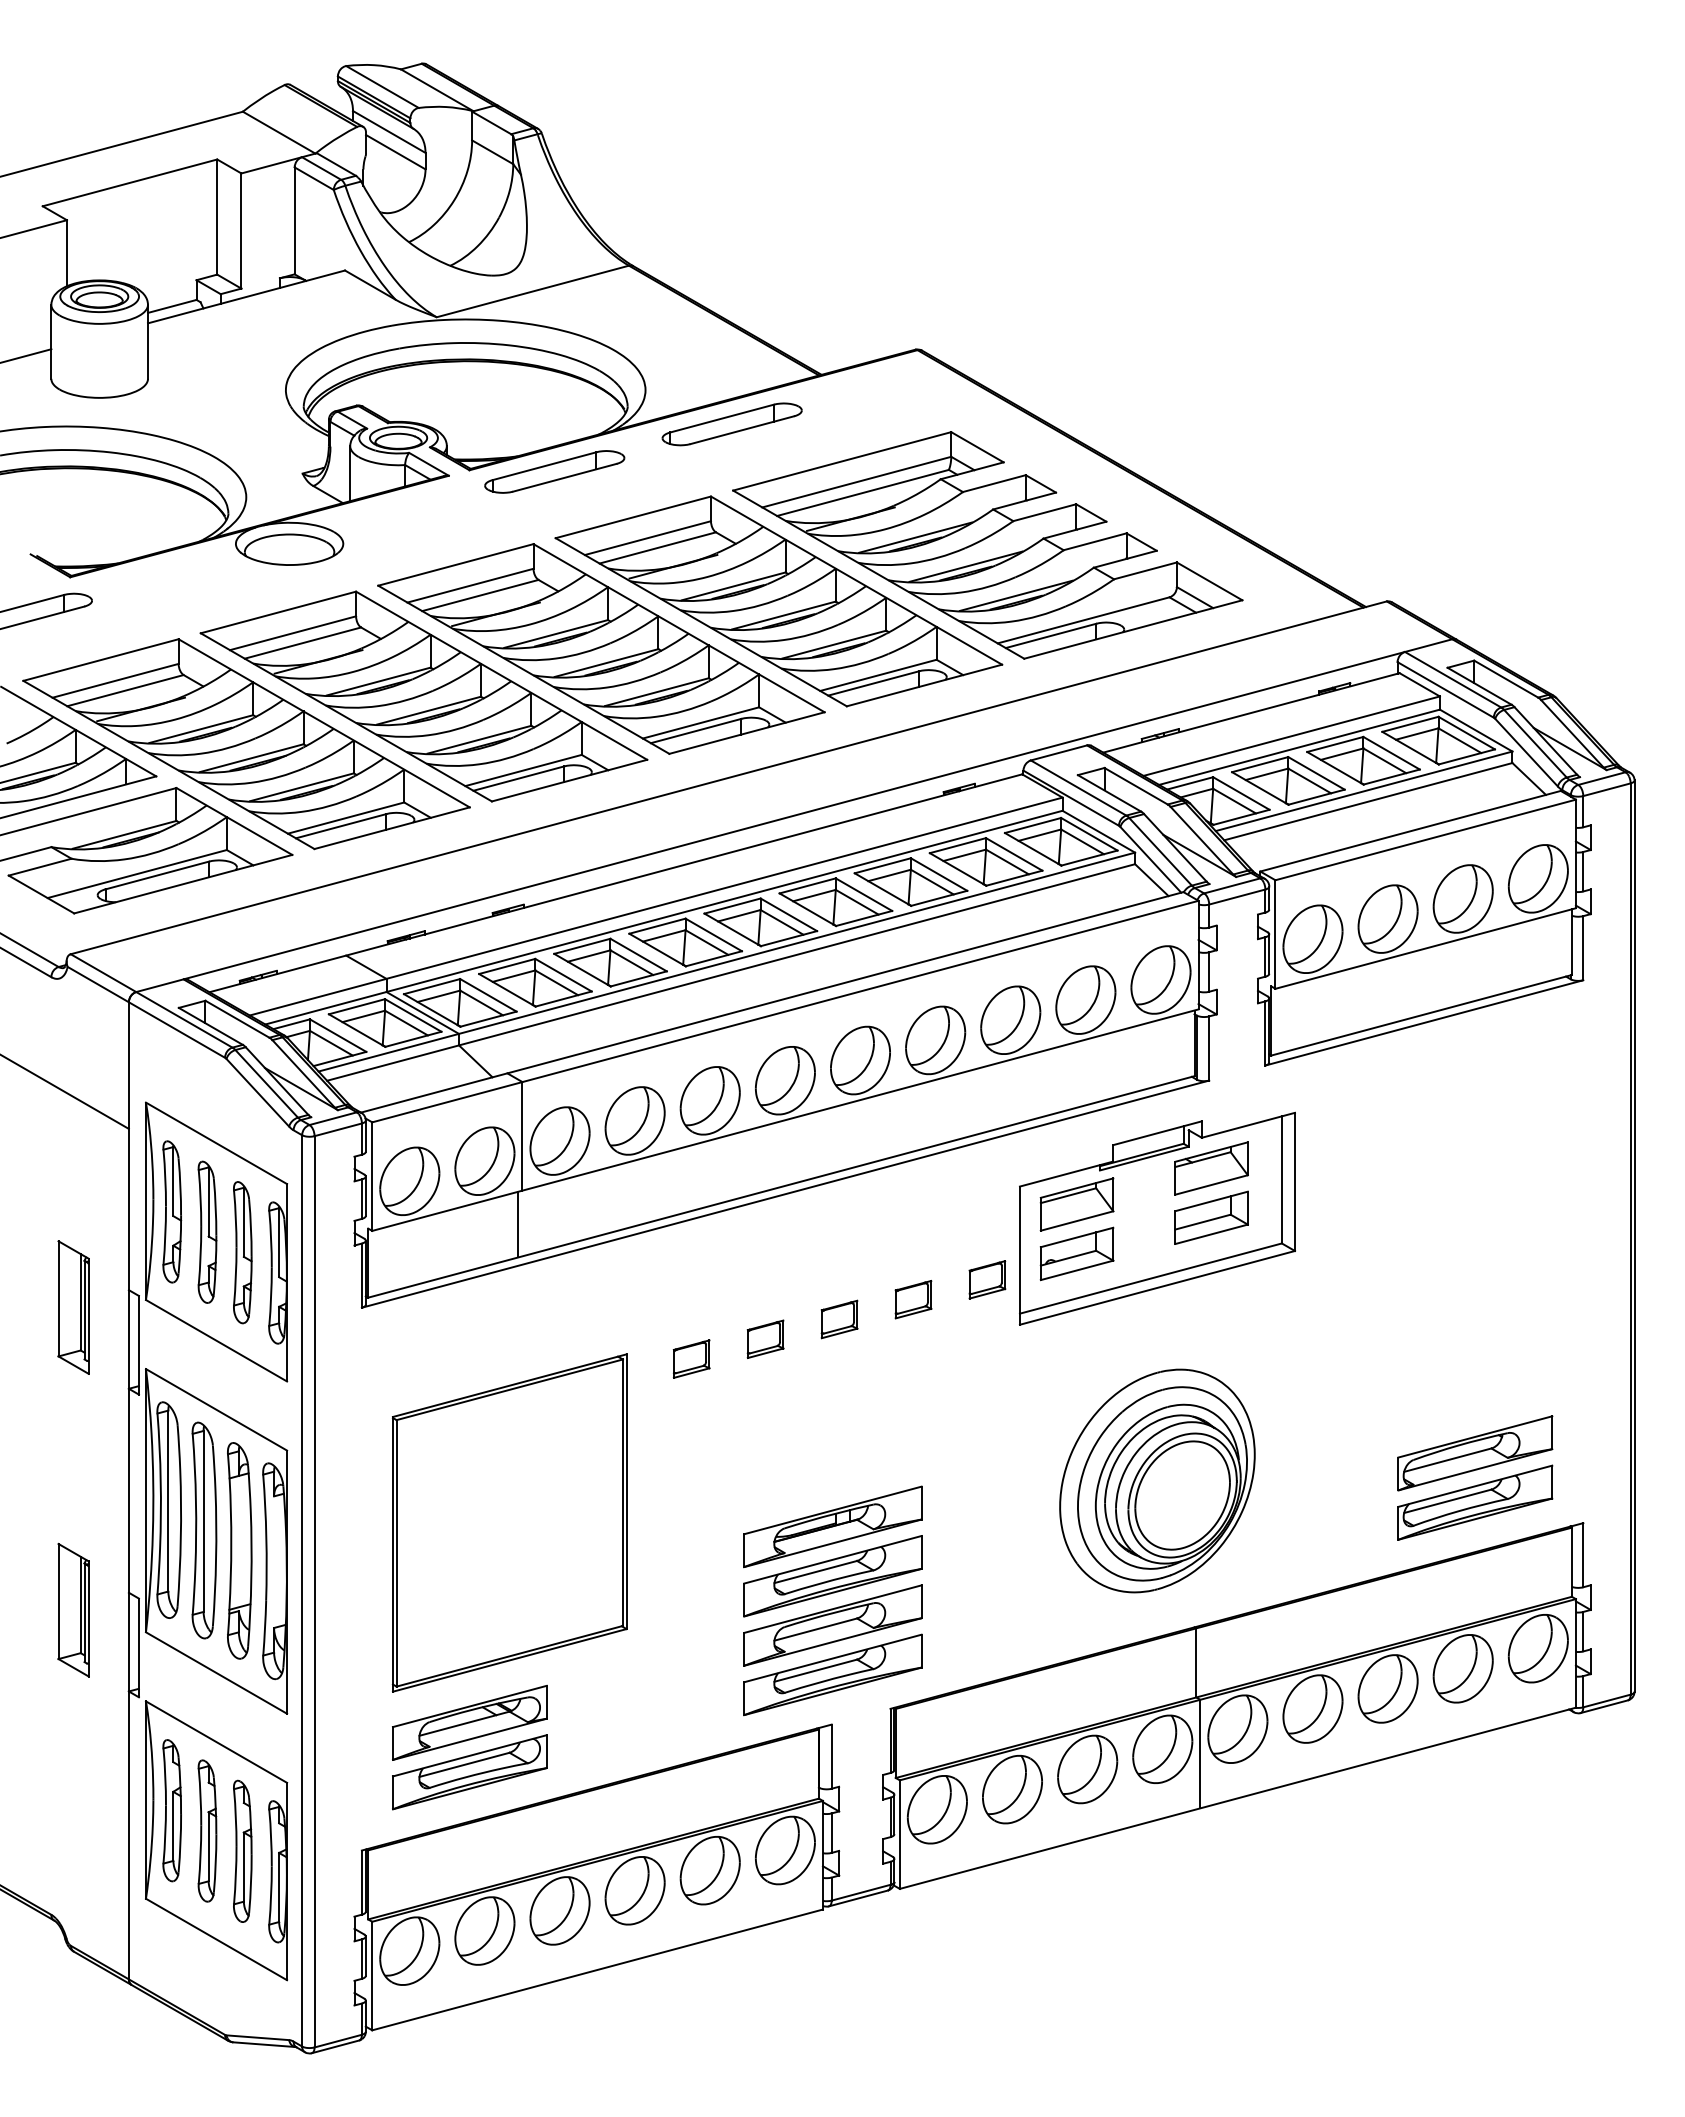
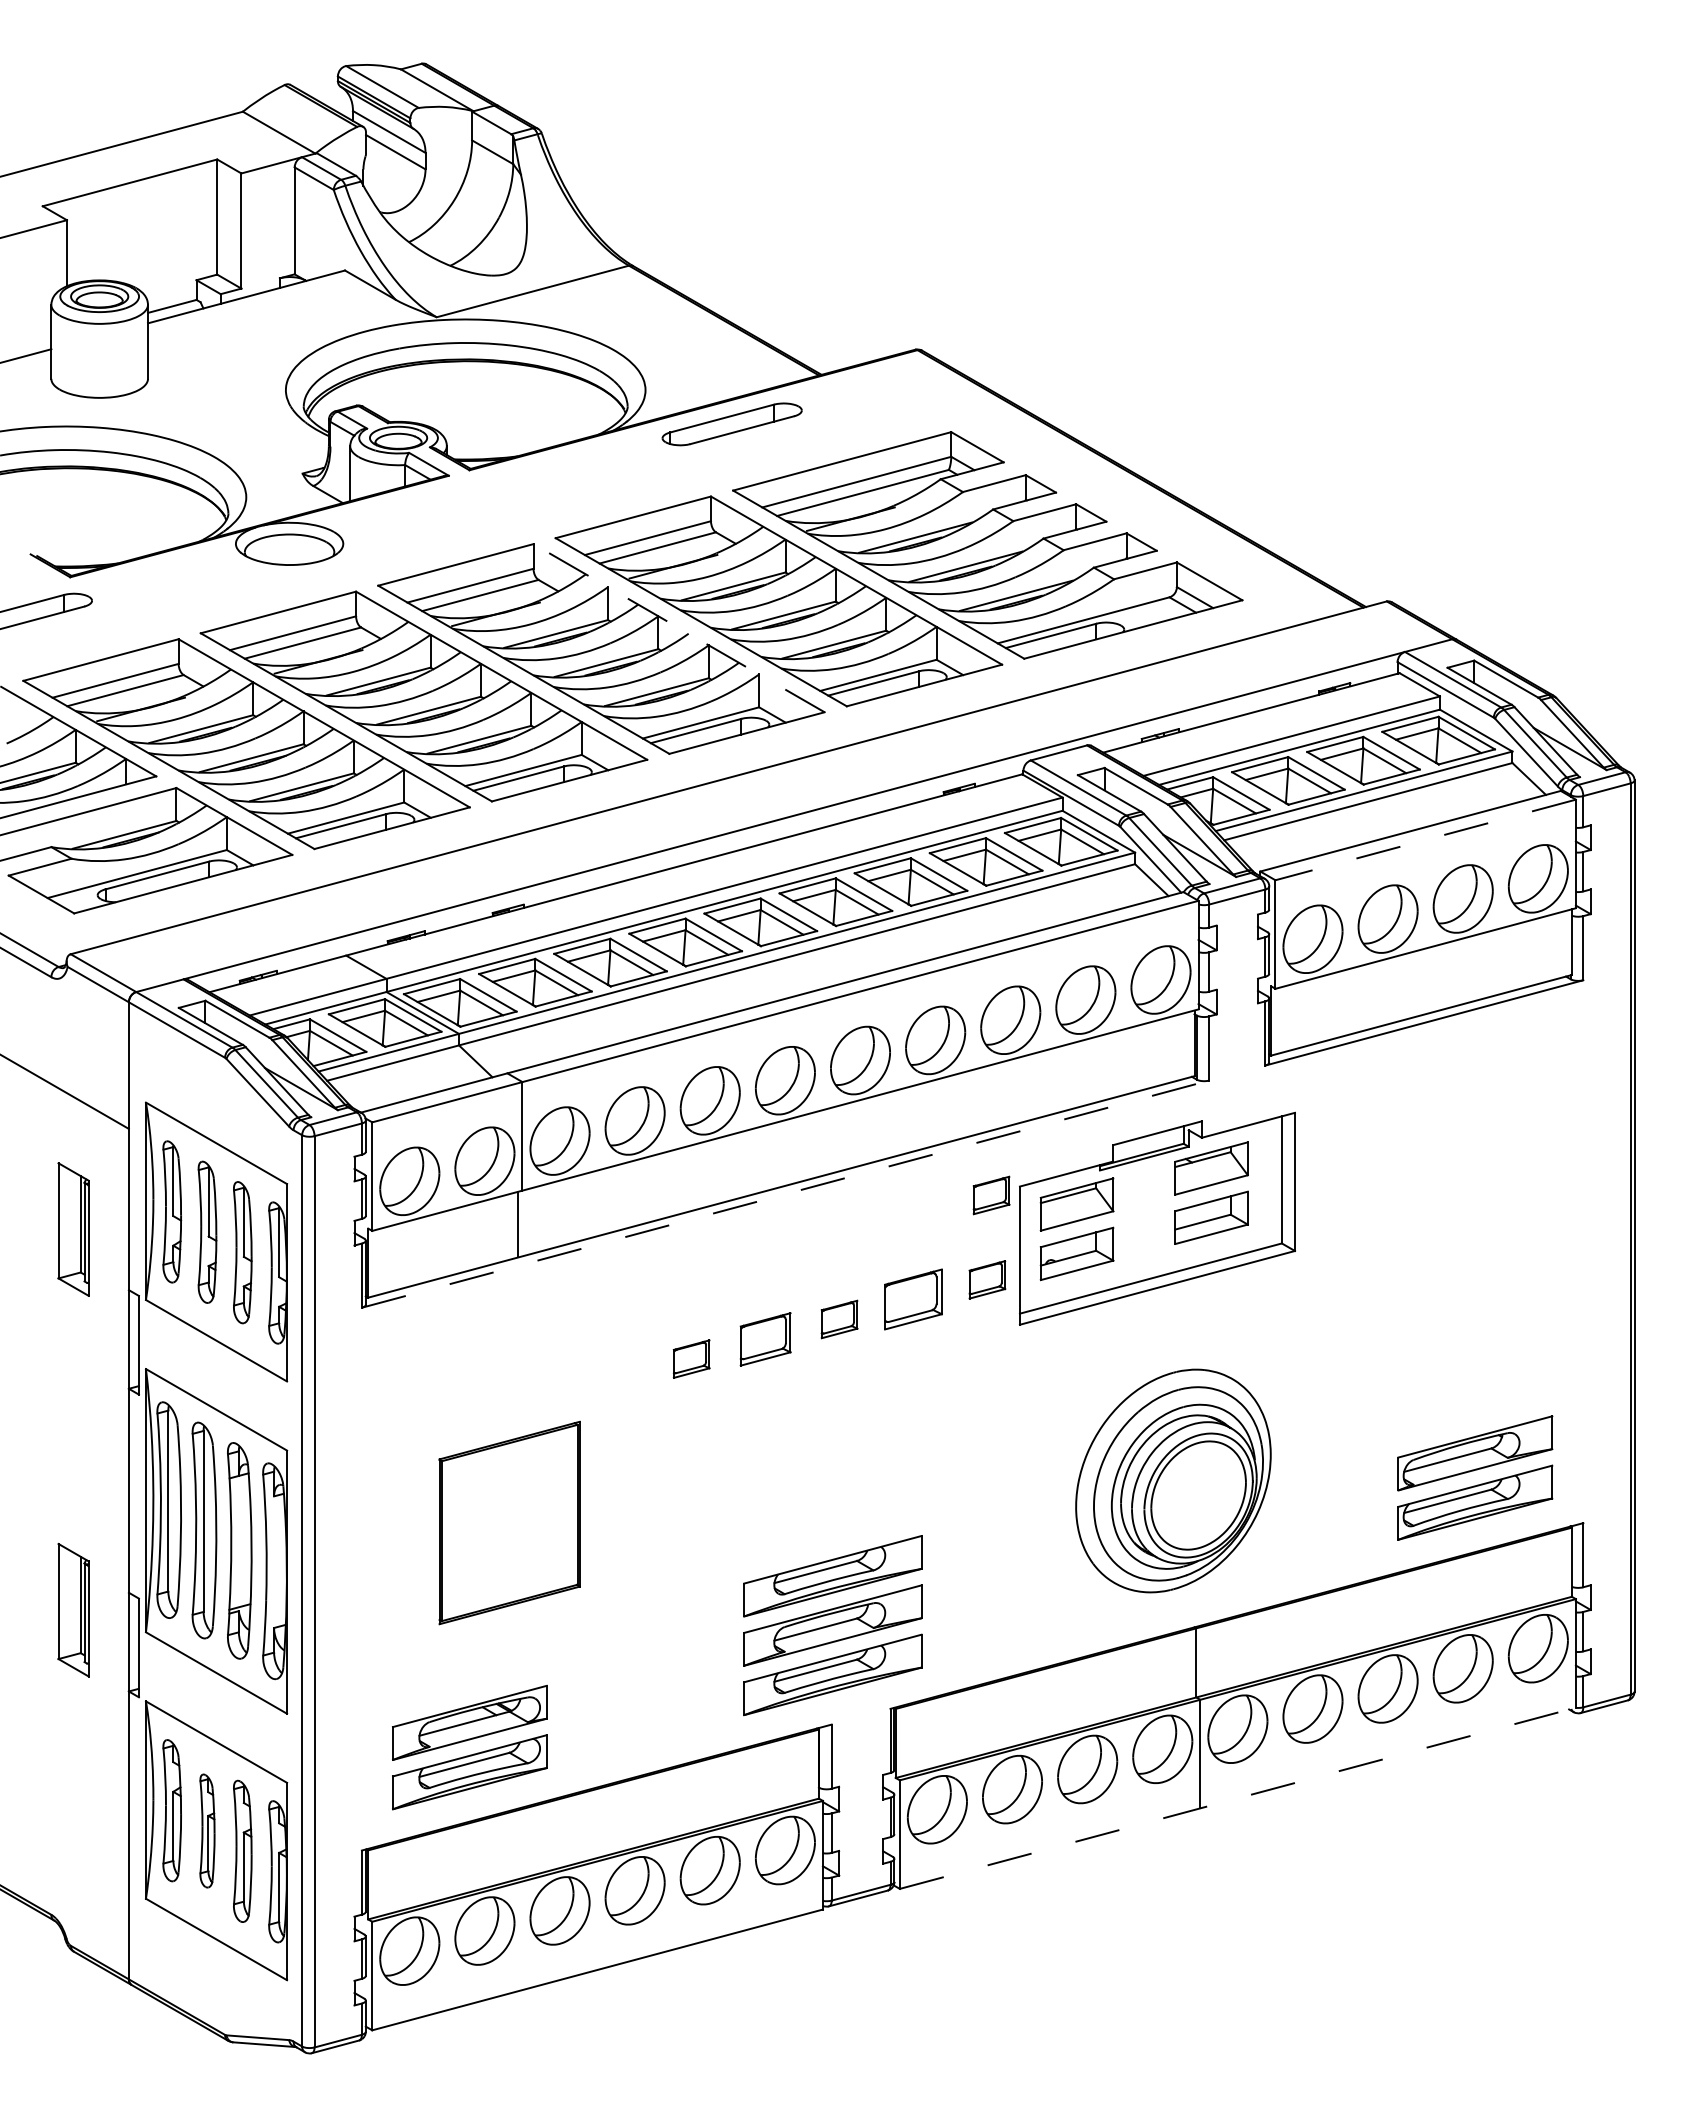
part at (554, 471): present -> none
line at (678, 627): solid -> dashed
line at (1425, 839): solid -> dashed
line at (785, 1194): solid -> dashed
part at (991, 1195): none -> present
part at (913, 1299) size: 39x40 px -> 59x63 px
part at (73, 1307) position: (73, 1307) -> (73, 1229)
part at (765, 1338) size: 39x40 px -> 53x55 px
part at (1157, 1480) position: (1157, 1480) -> (1173, 1480)
part at (509, 1522) size: 237x340 px -> 143x206 px
part at (832, 1526): present -> none
line at (1237, 1798): solid -> dashed
part at (207, 1830) size: 21x144 px -> 17x116 px
